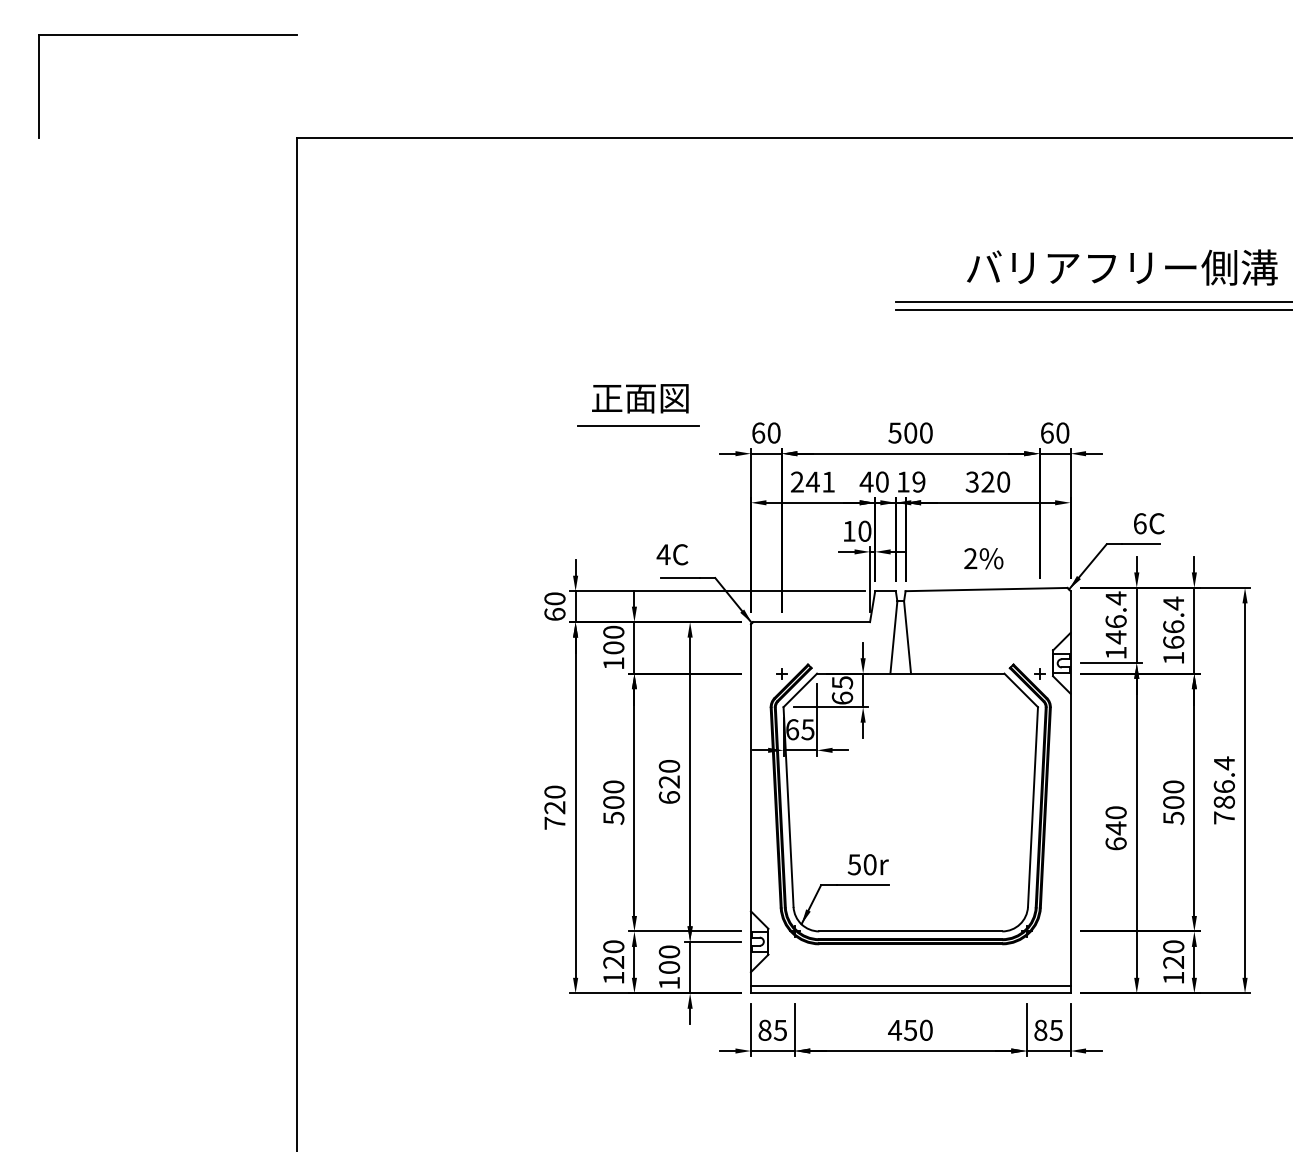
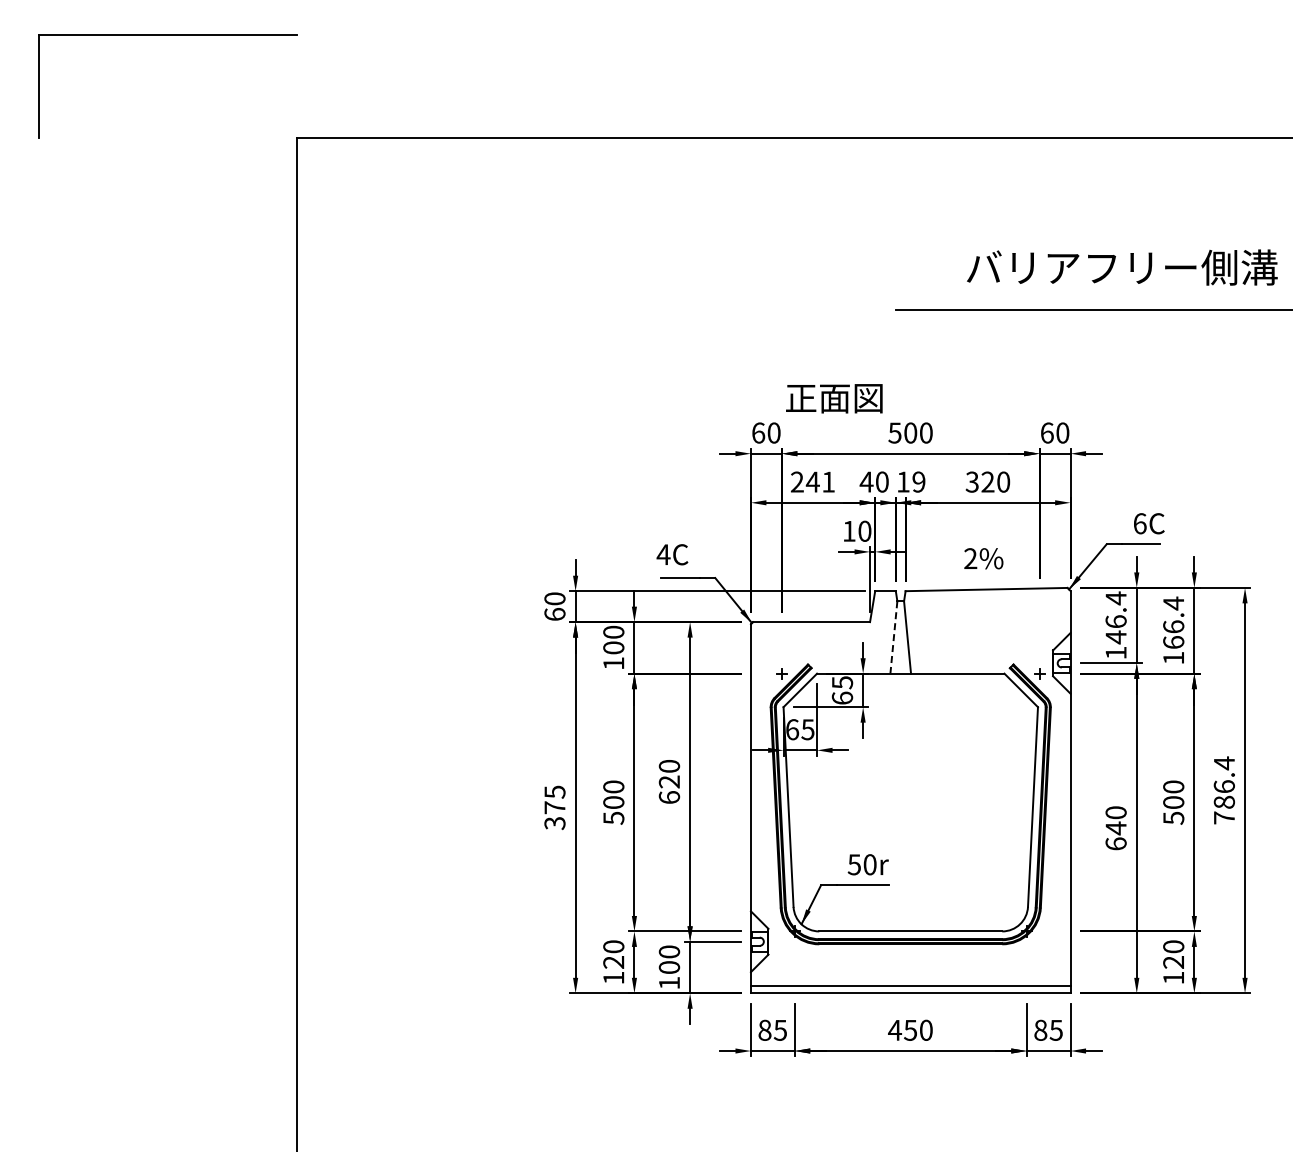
line at (1092, 301): present -> none
text at (640, 398) position: (640, 398) -> (834, 398)
line at (638, 425): present -> none
line at (893, 637): solid -> dashed
text at (554, 807): 720 -> 375
